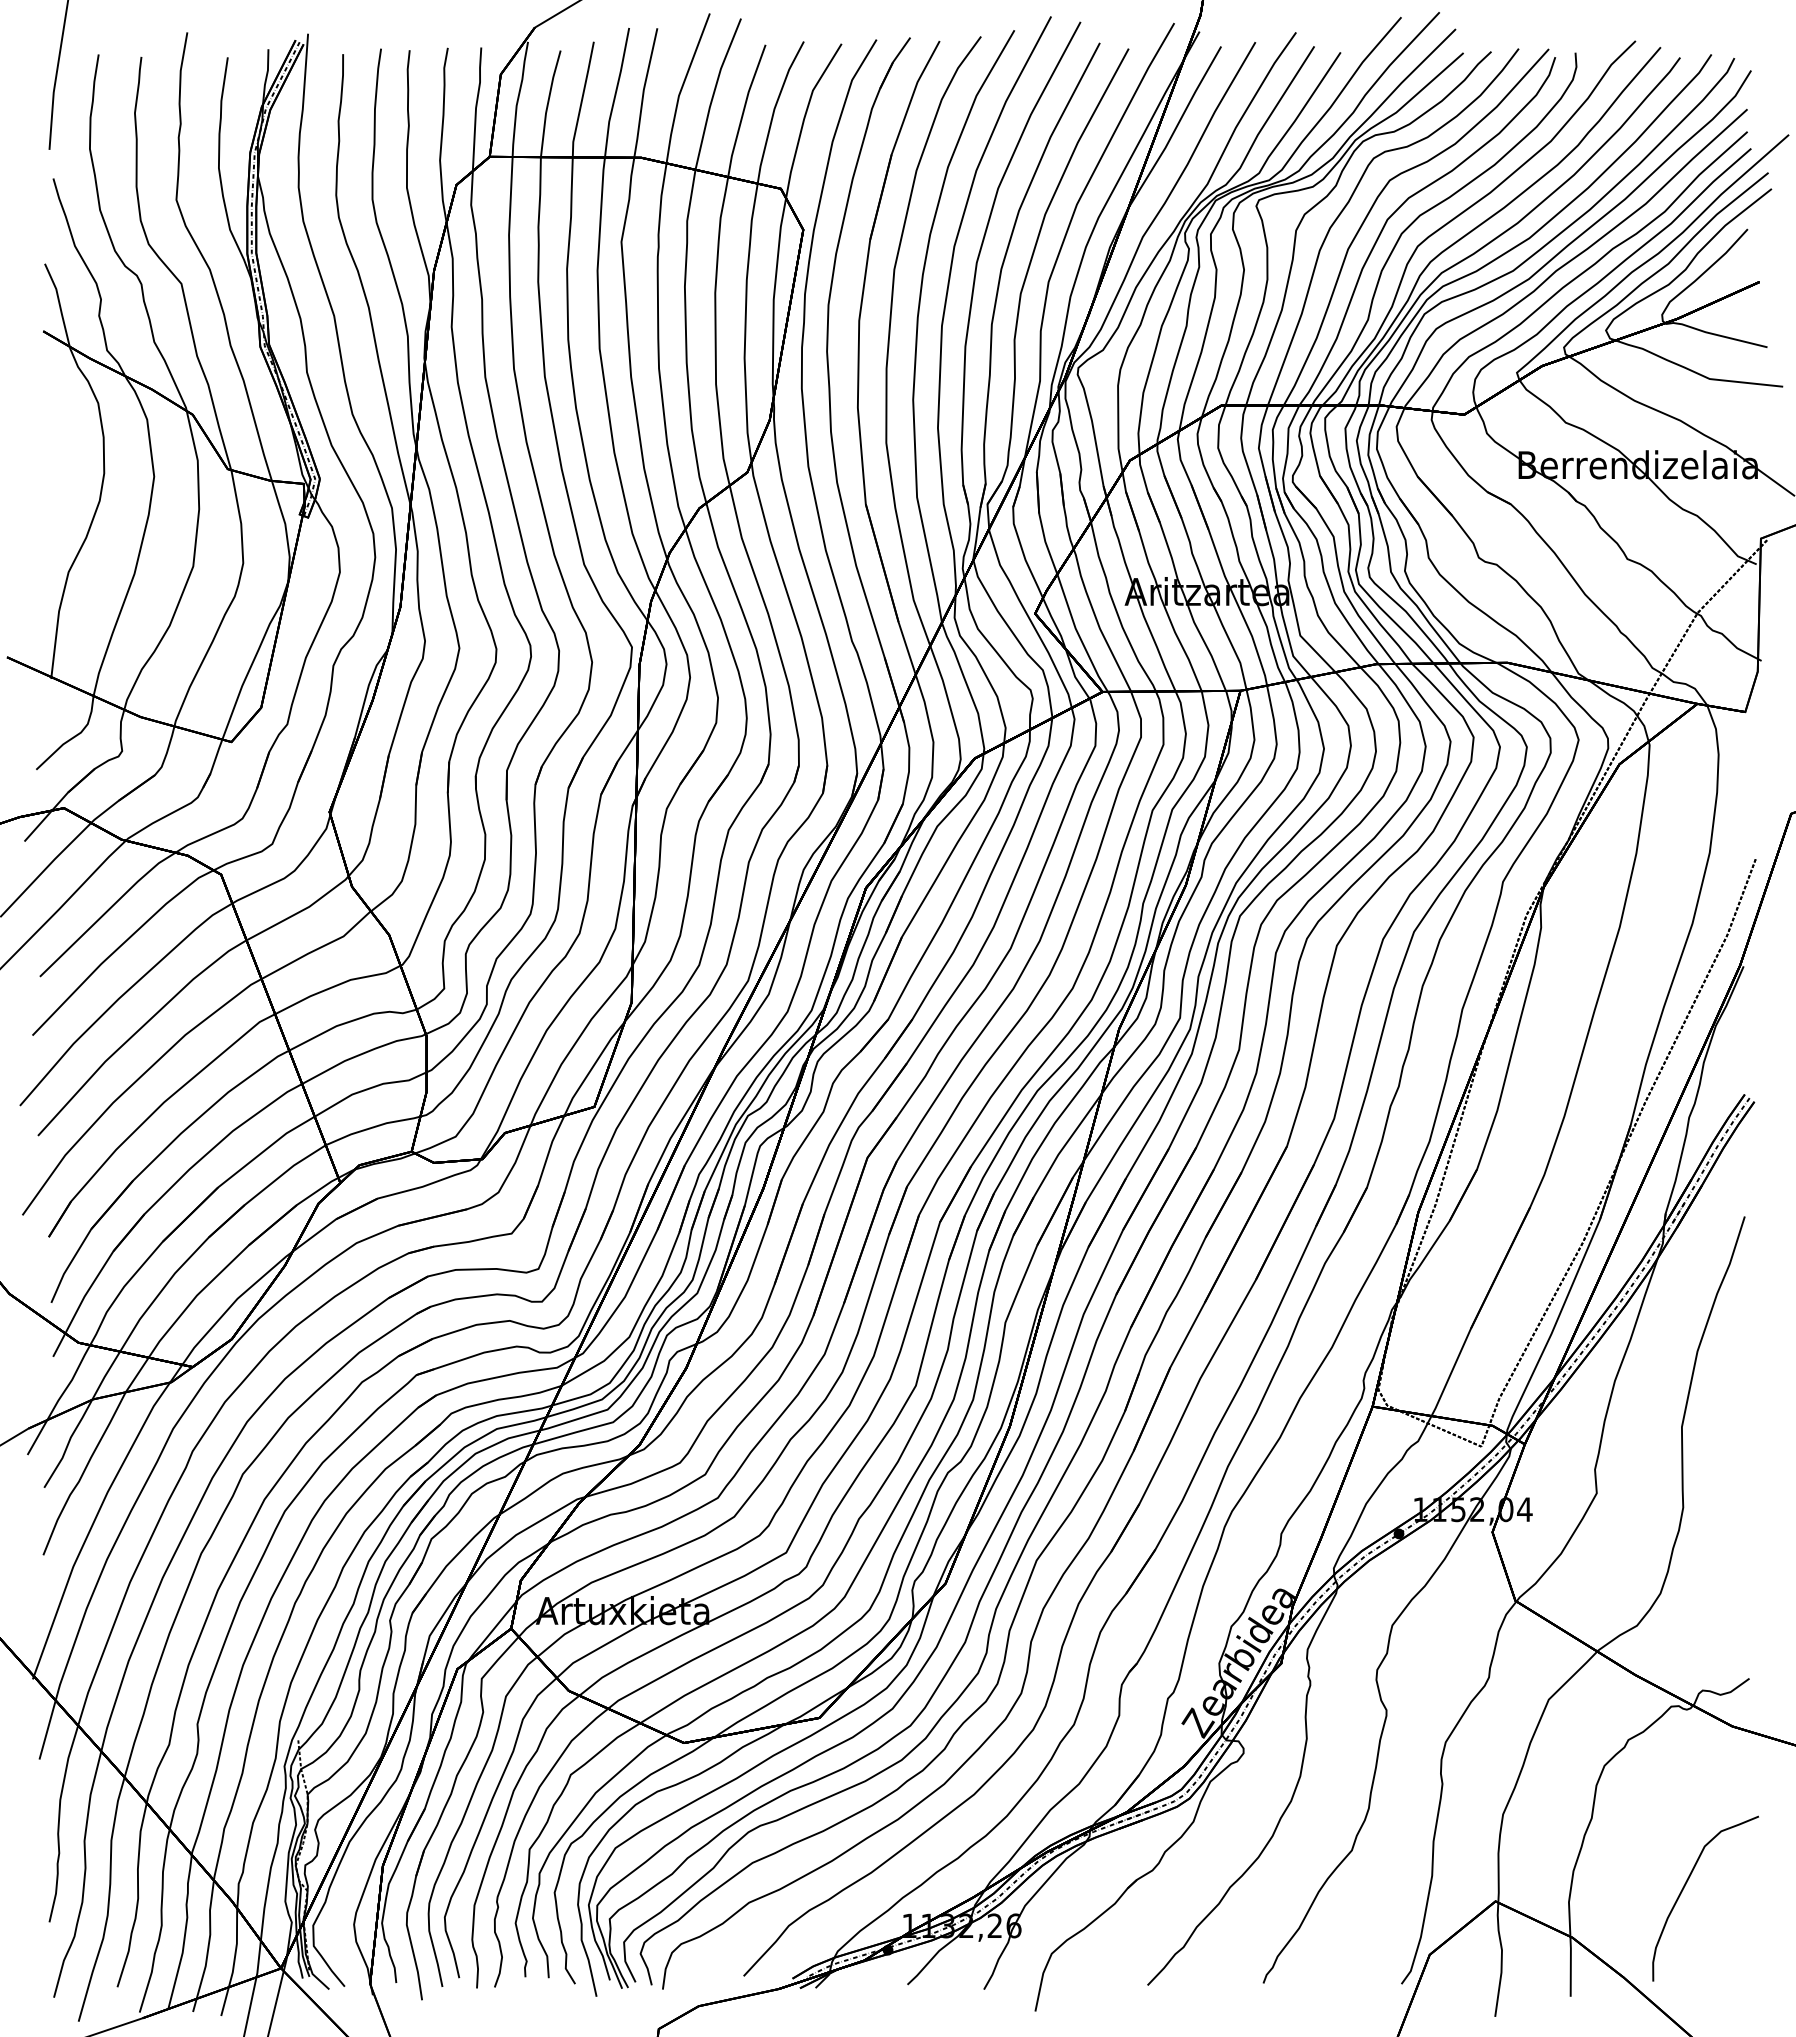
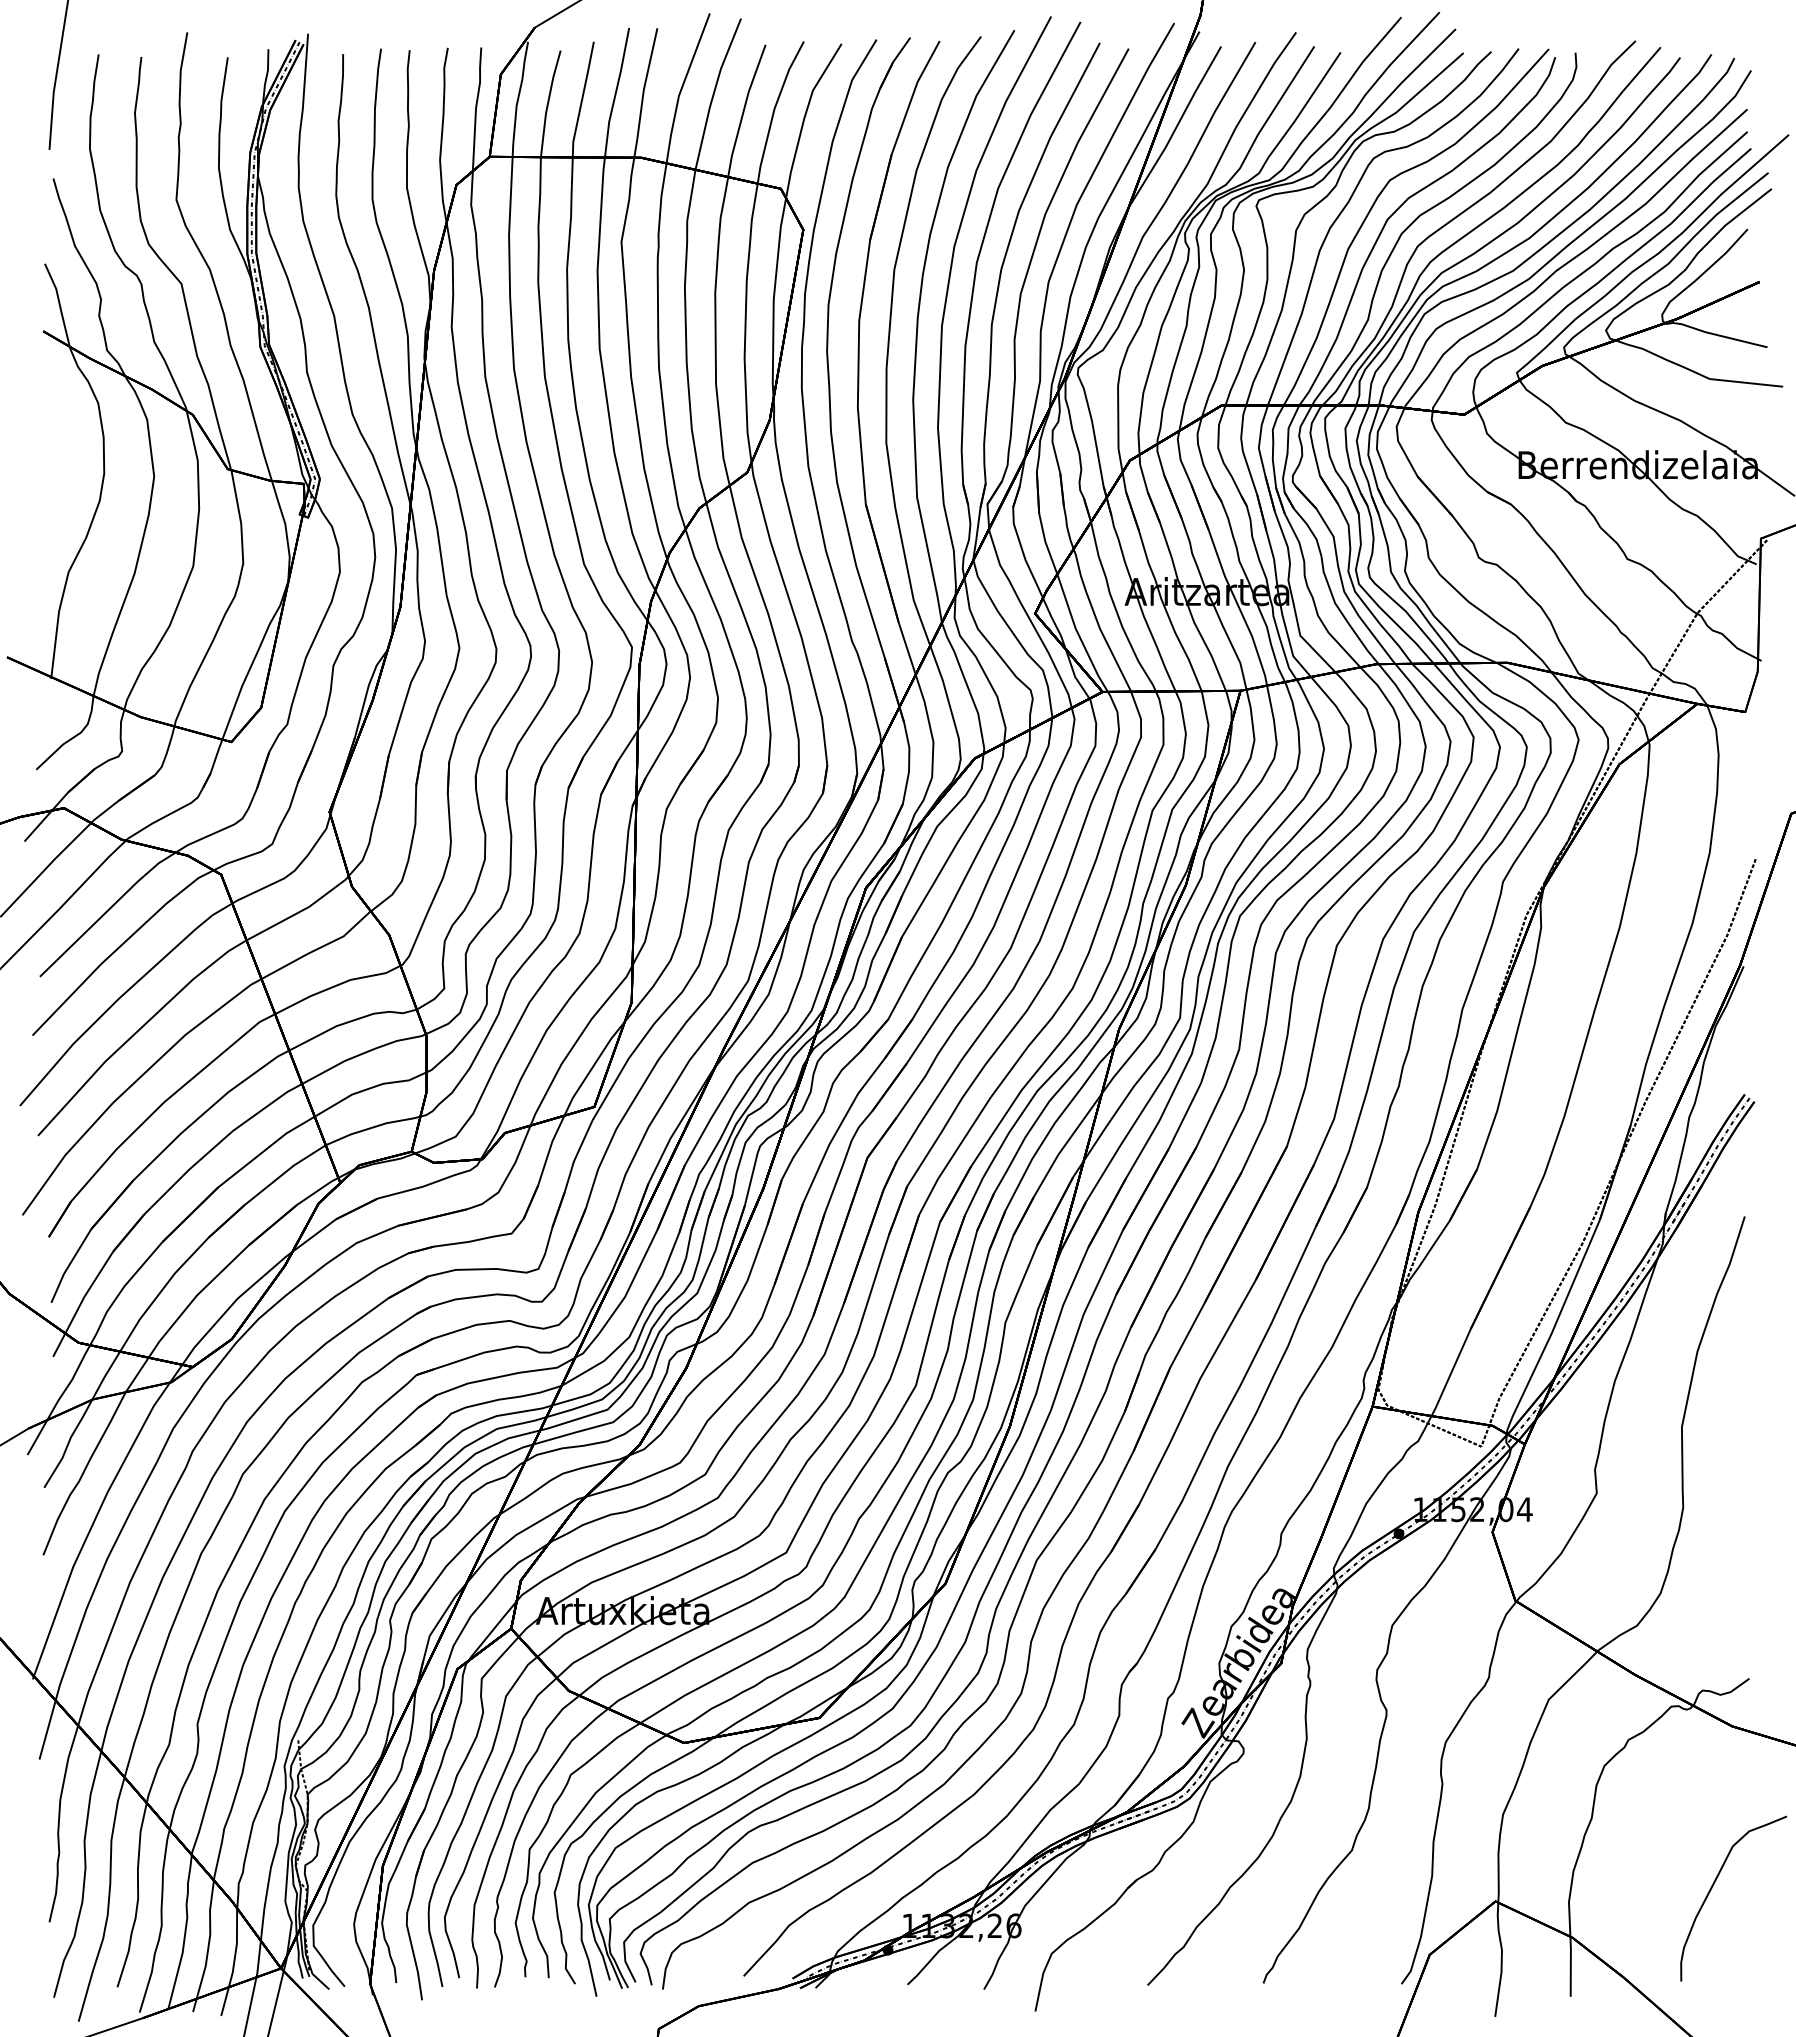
curve at (1684, 1888) position: (1684, 1888) -> (1712, 1888)
